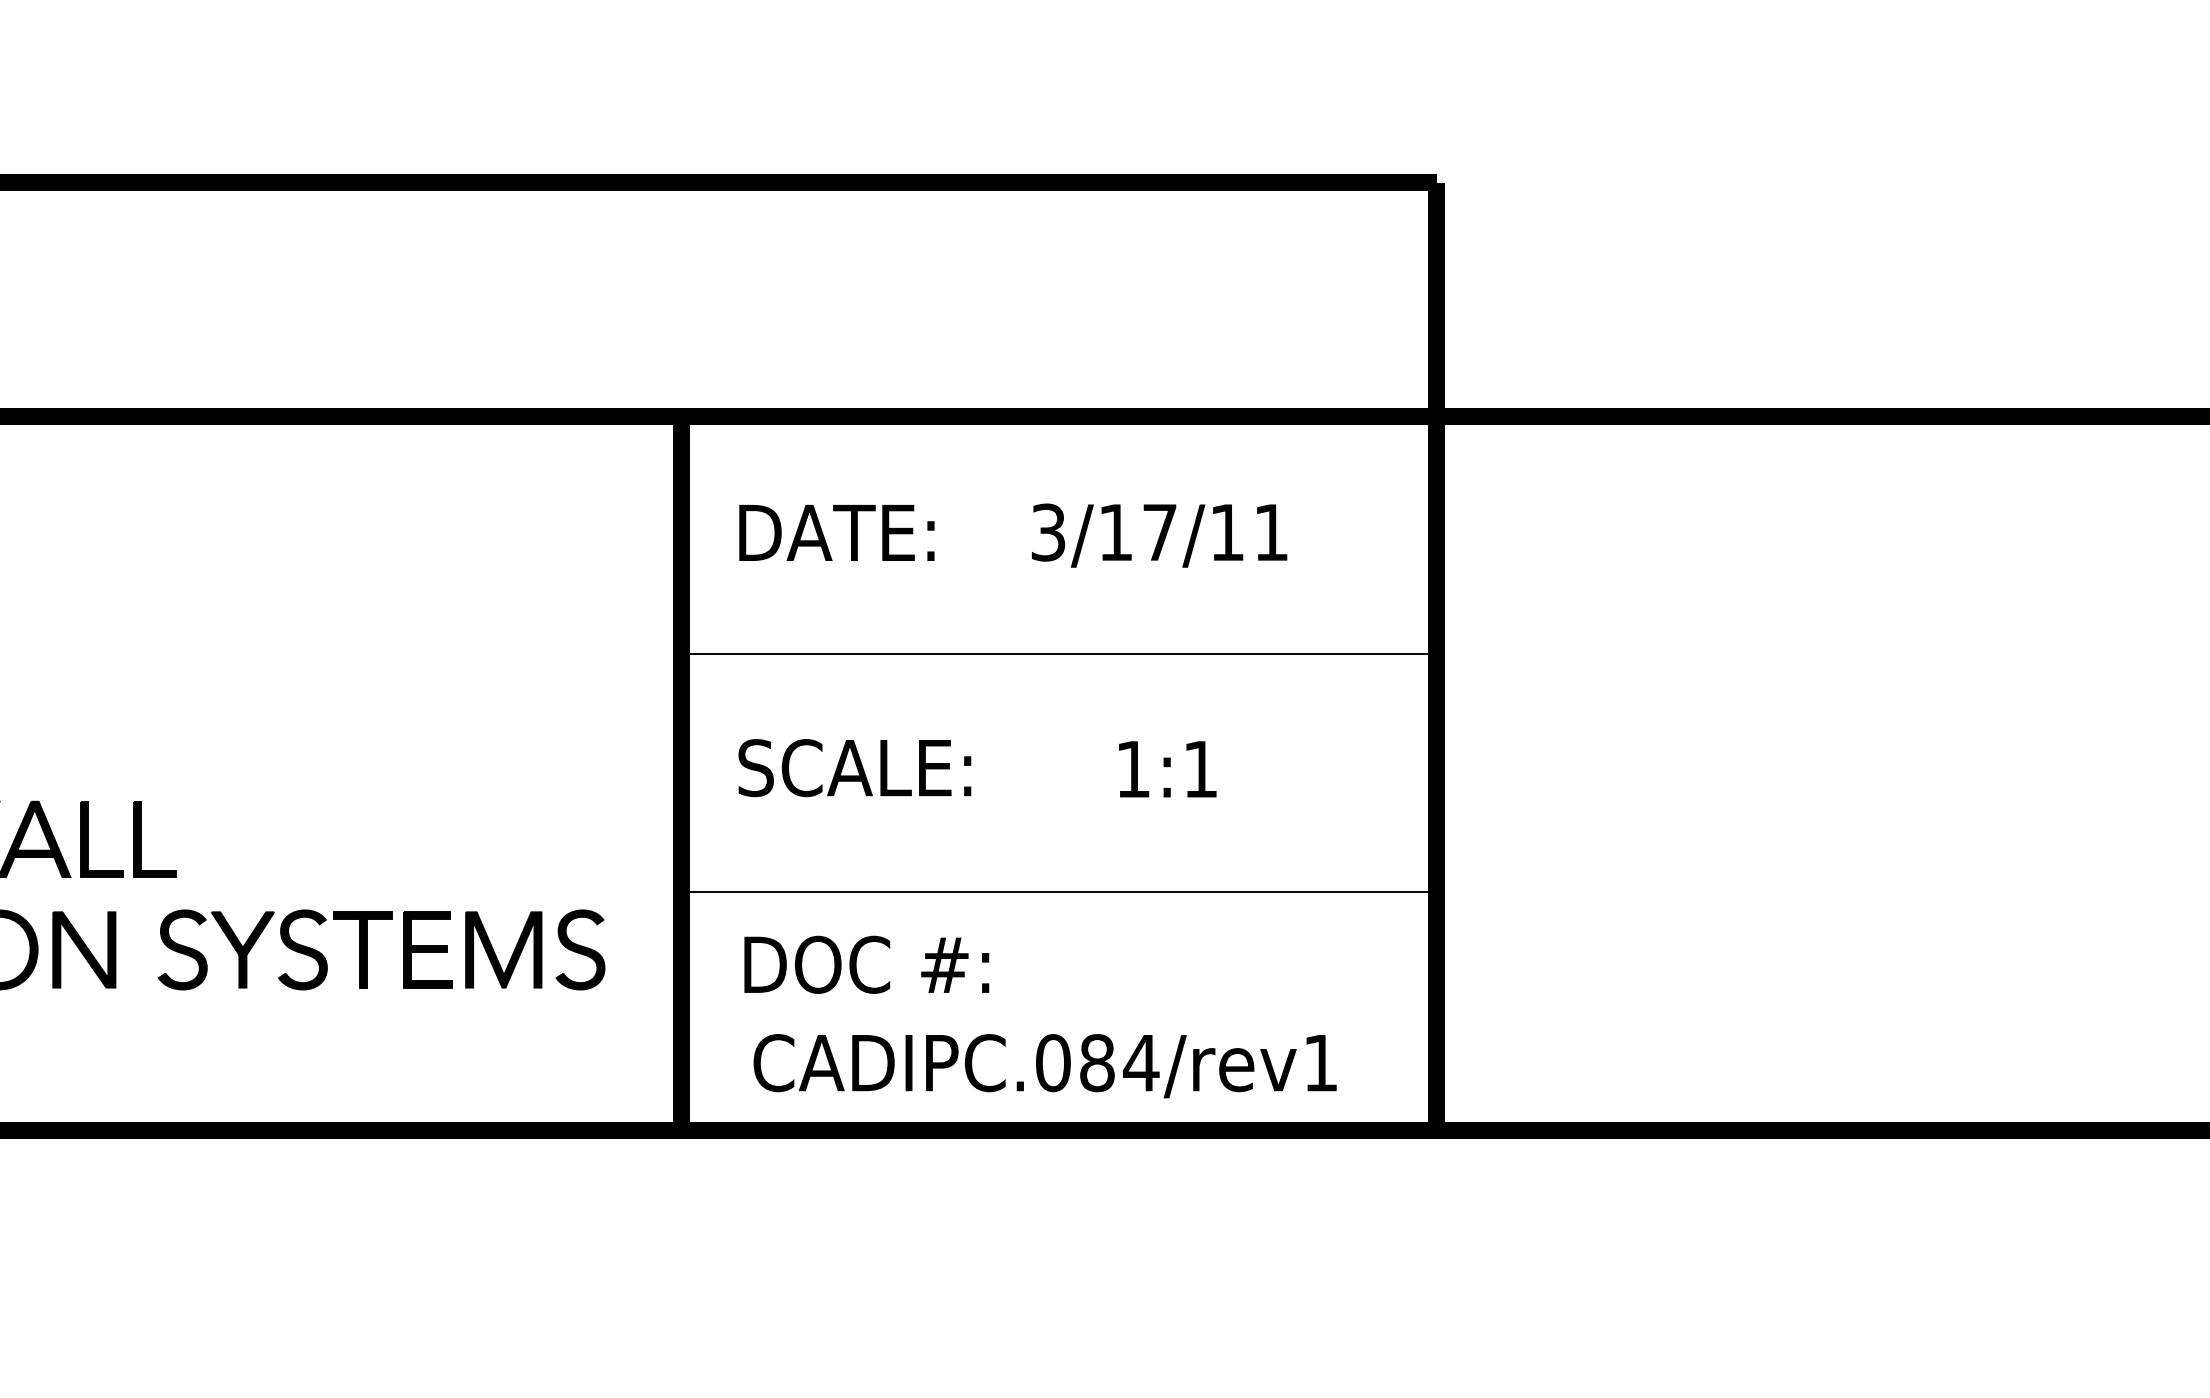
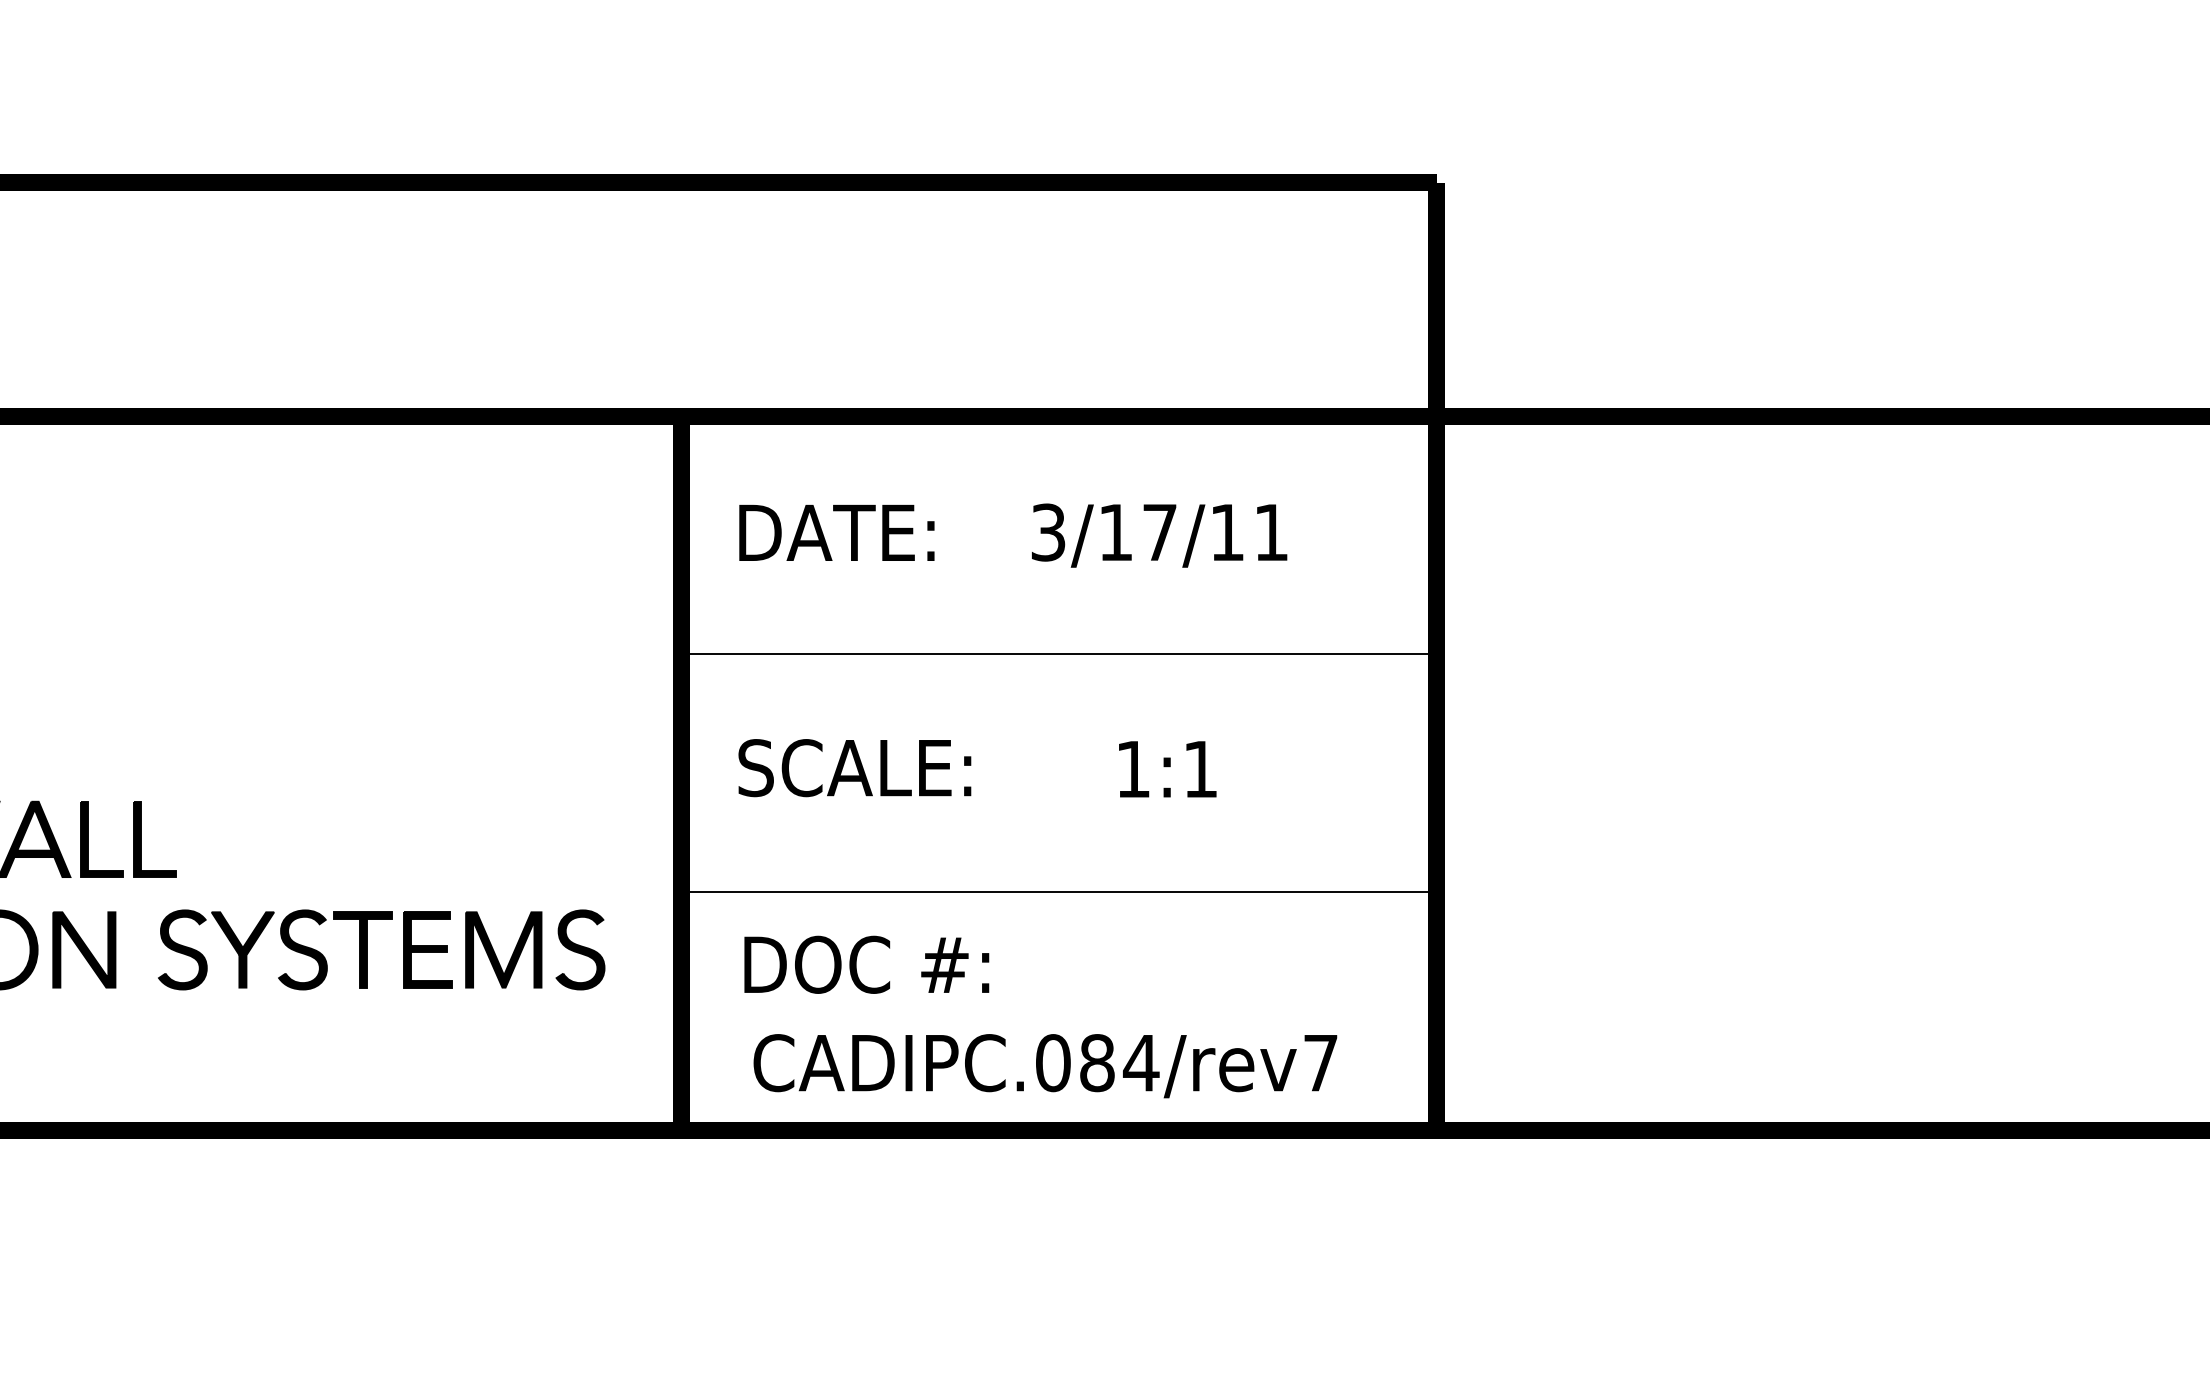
text at (1320, 1063): CADIPC.084/rev1 -> CADIPC.084/rev7
